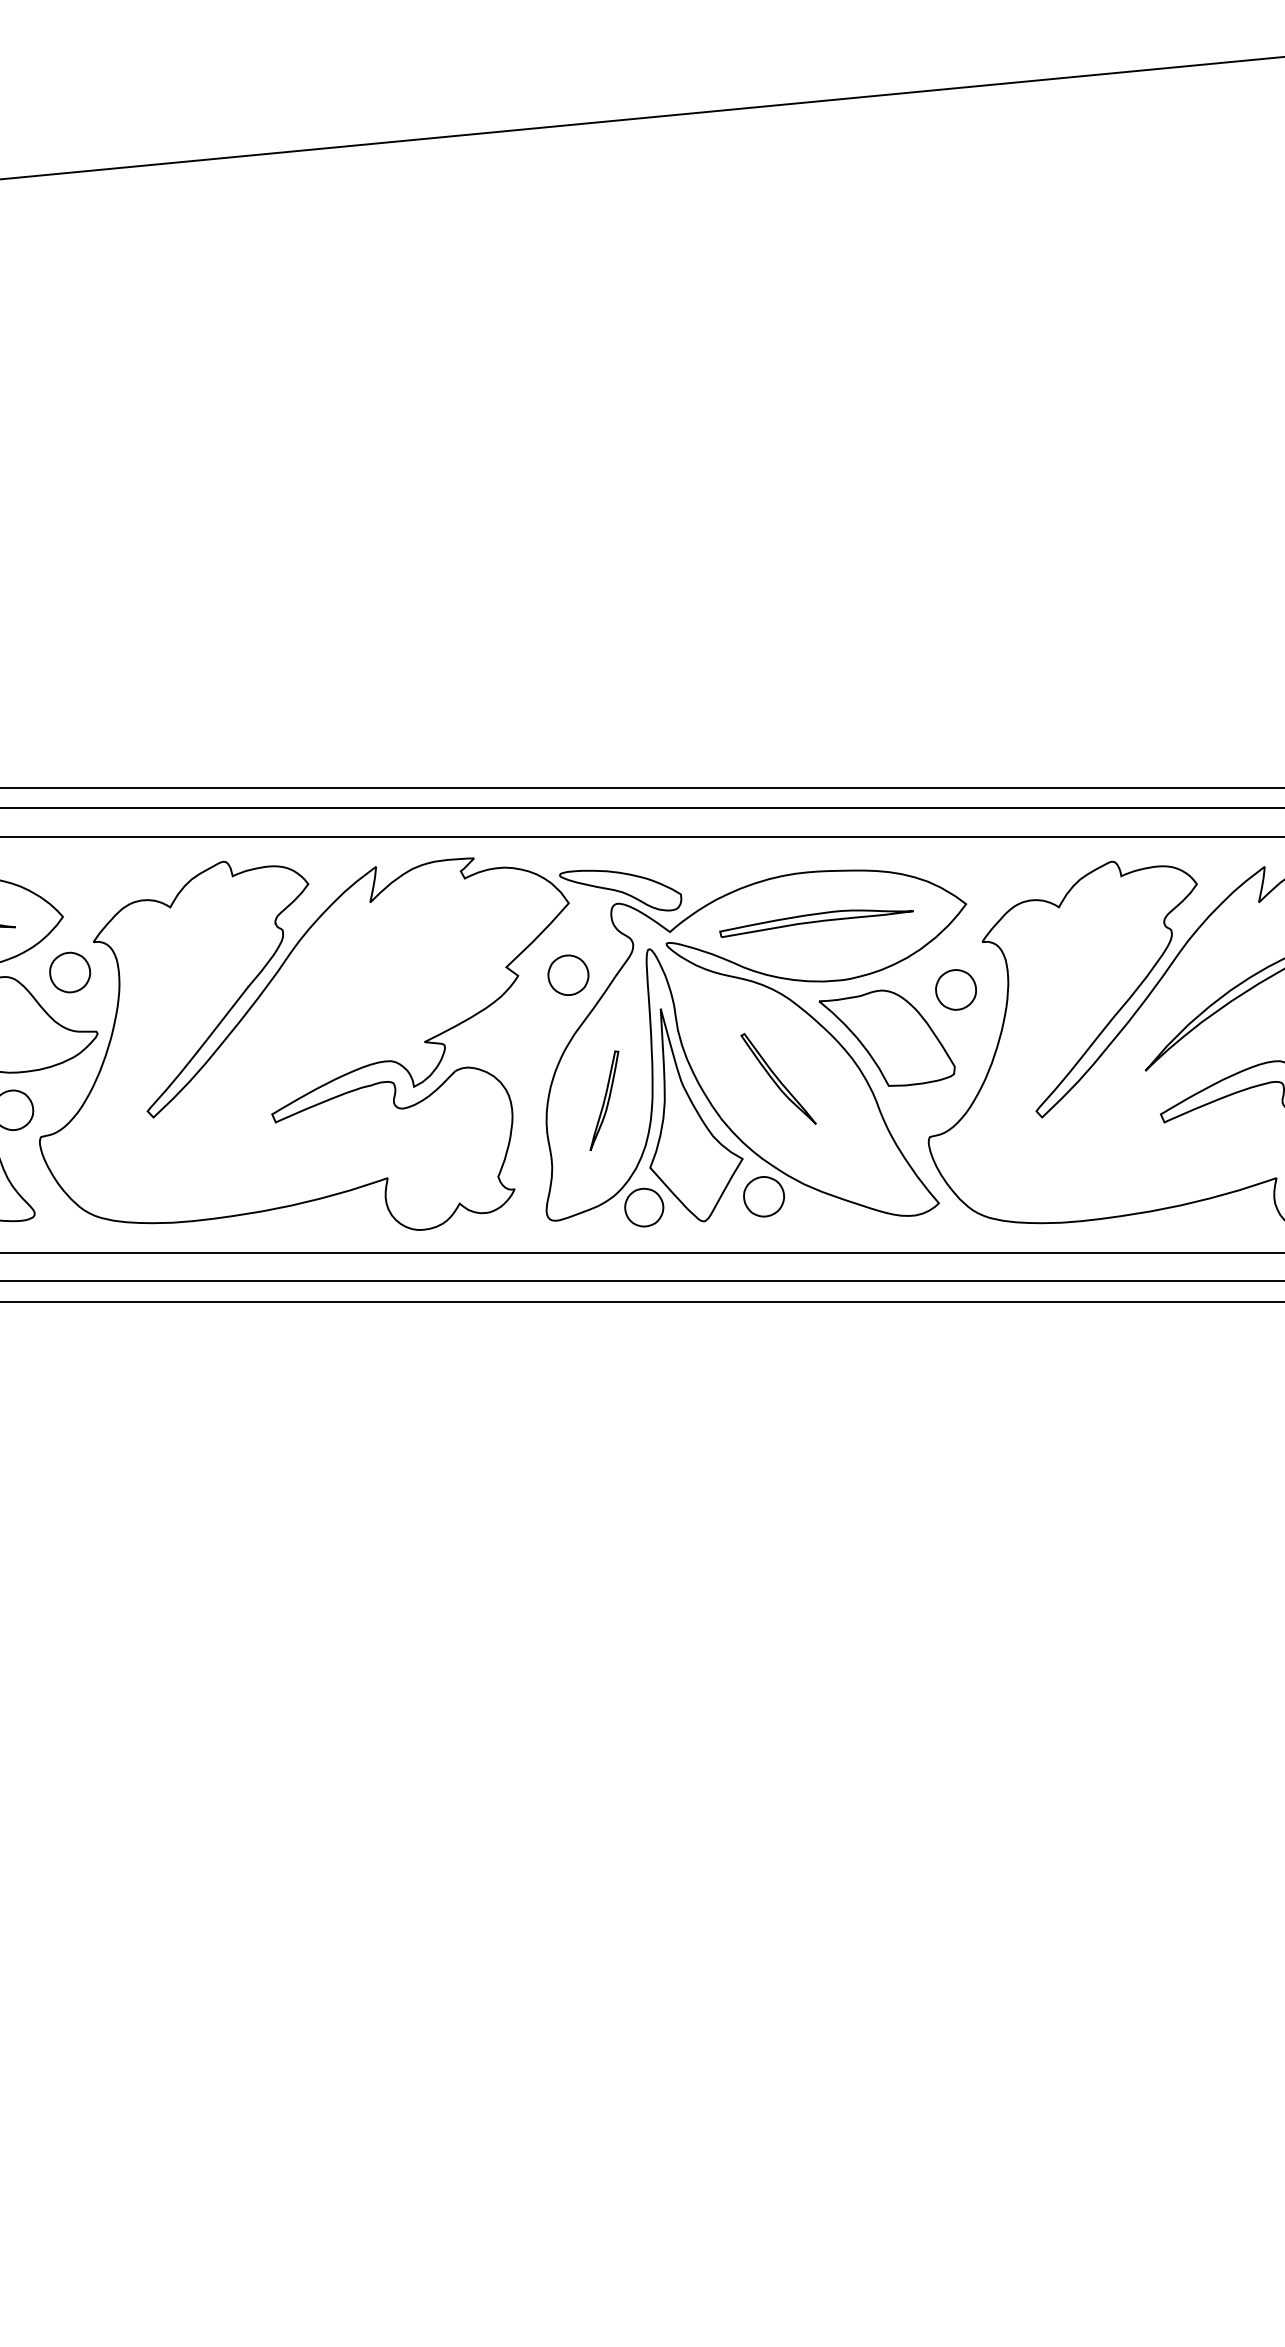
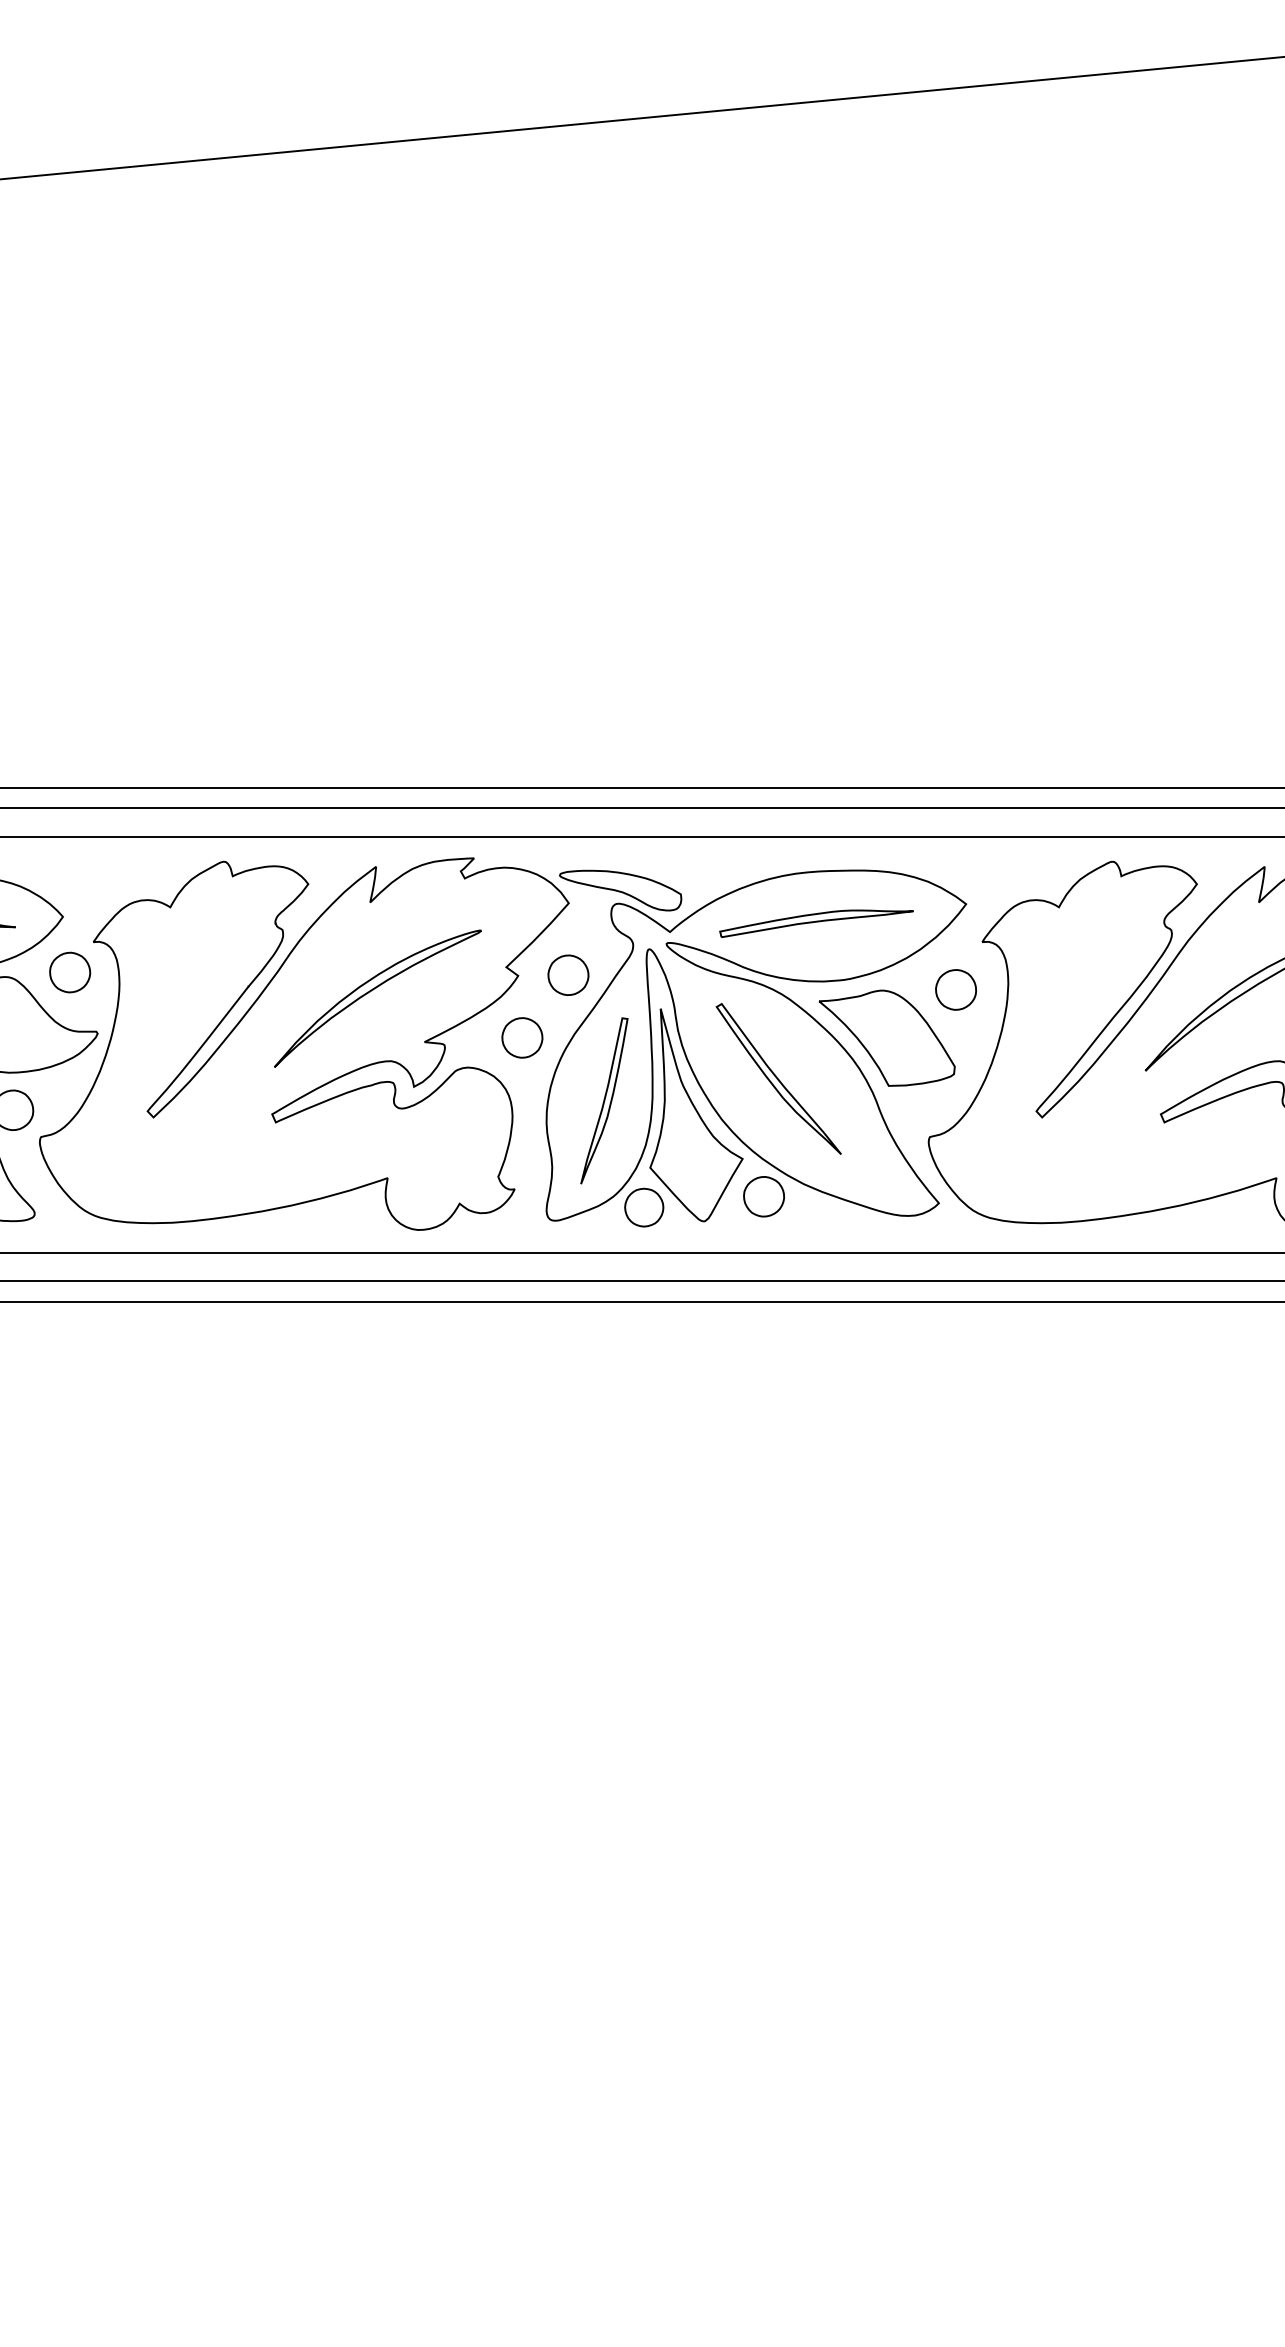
part at (373, 990): none -> present
part at (522, 1037): none -> present
part at (778, 1078) size: 77x92 px -> 127x152 px
part at (604, 1100) size: 31x101 px -> 49x168 px
